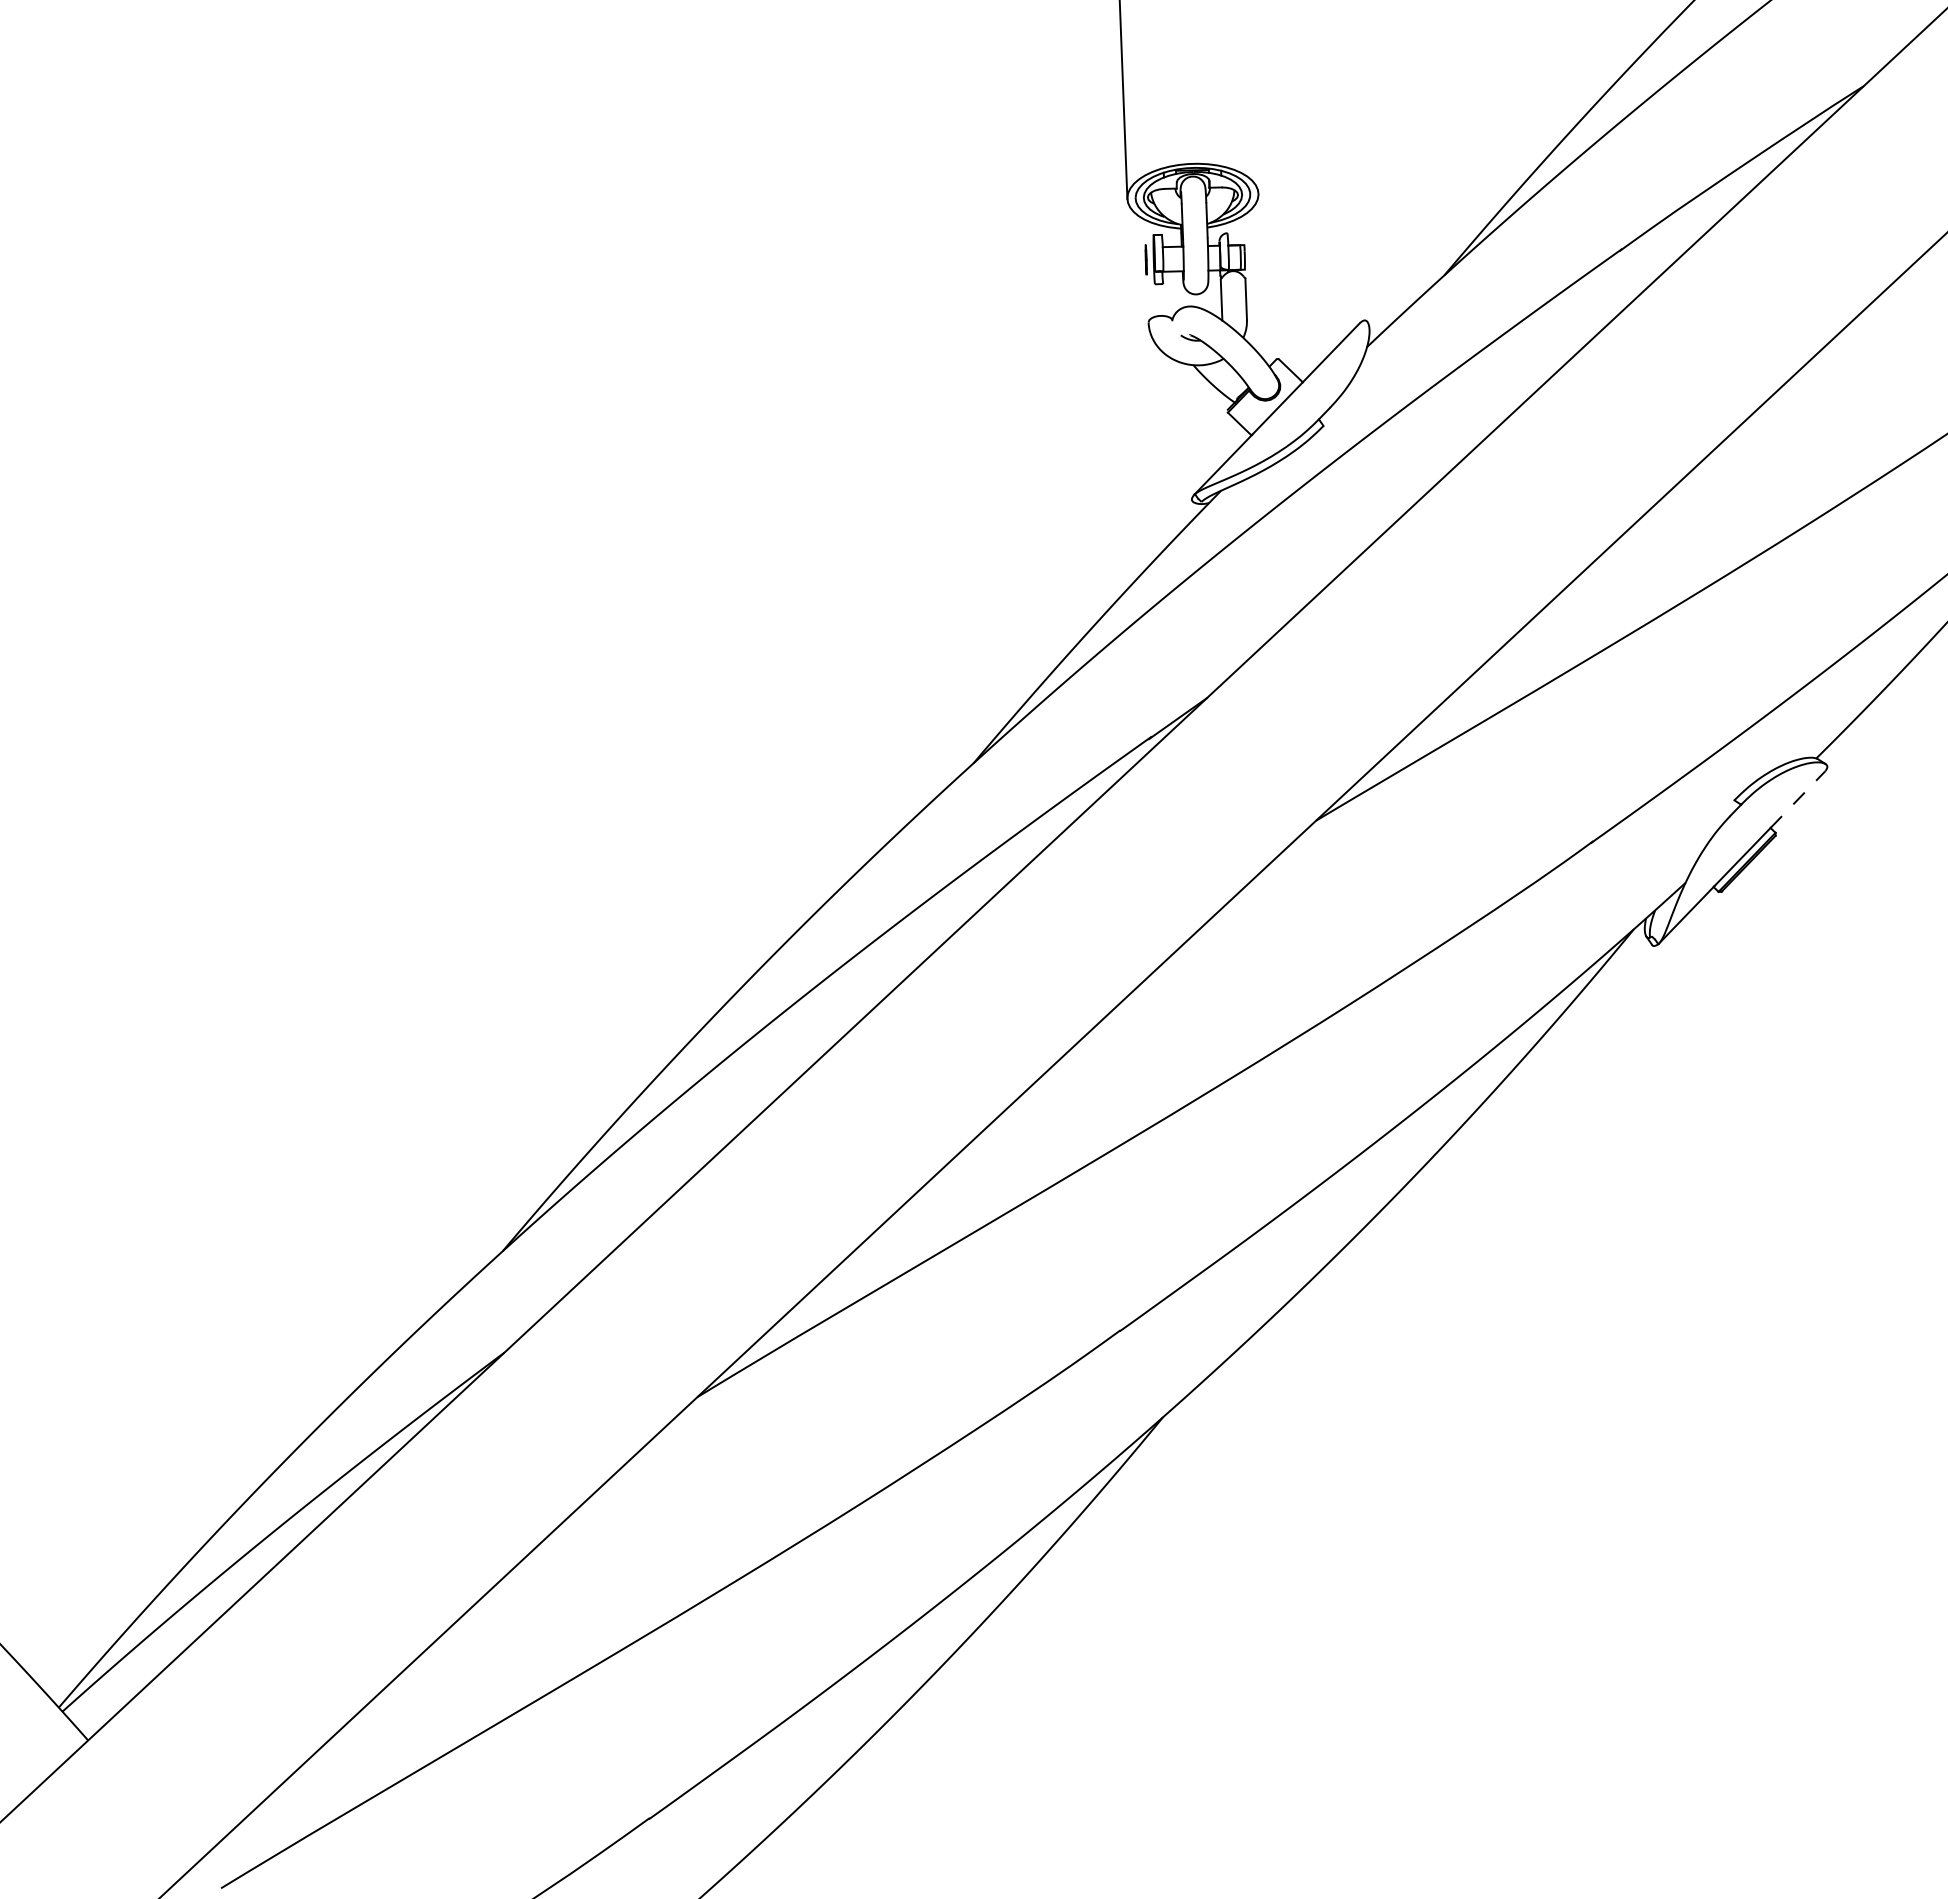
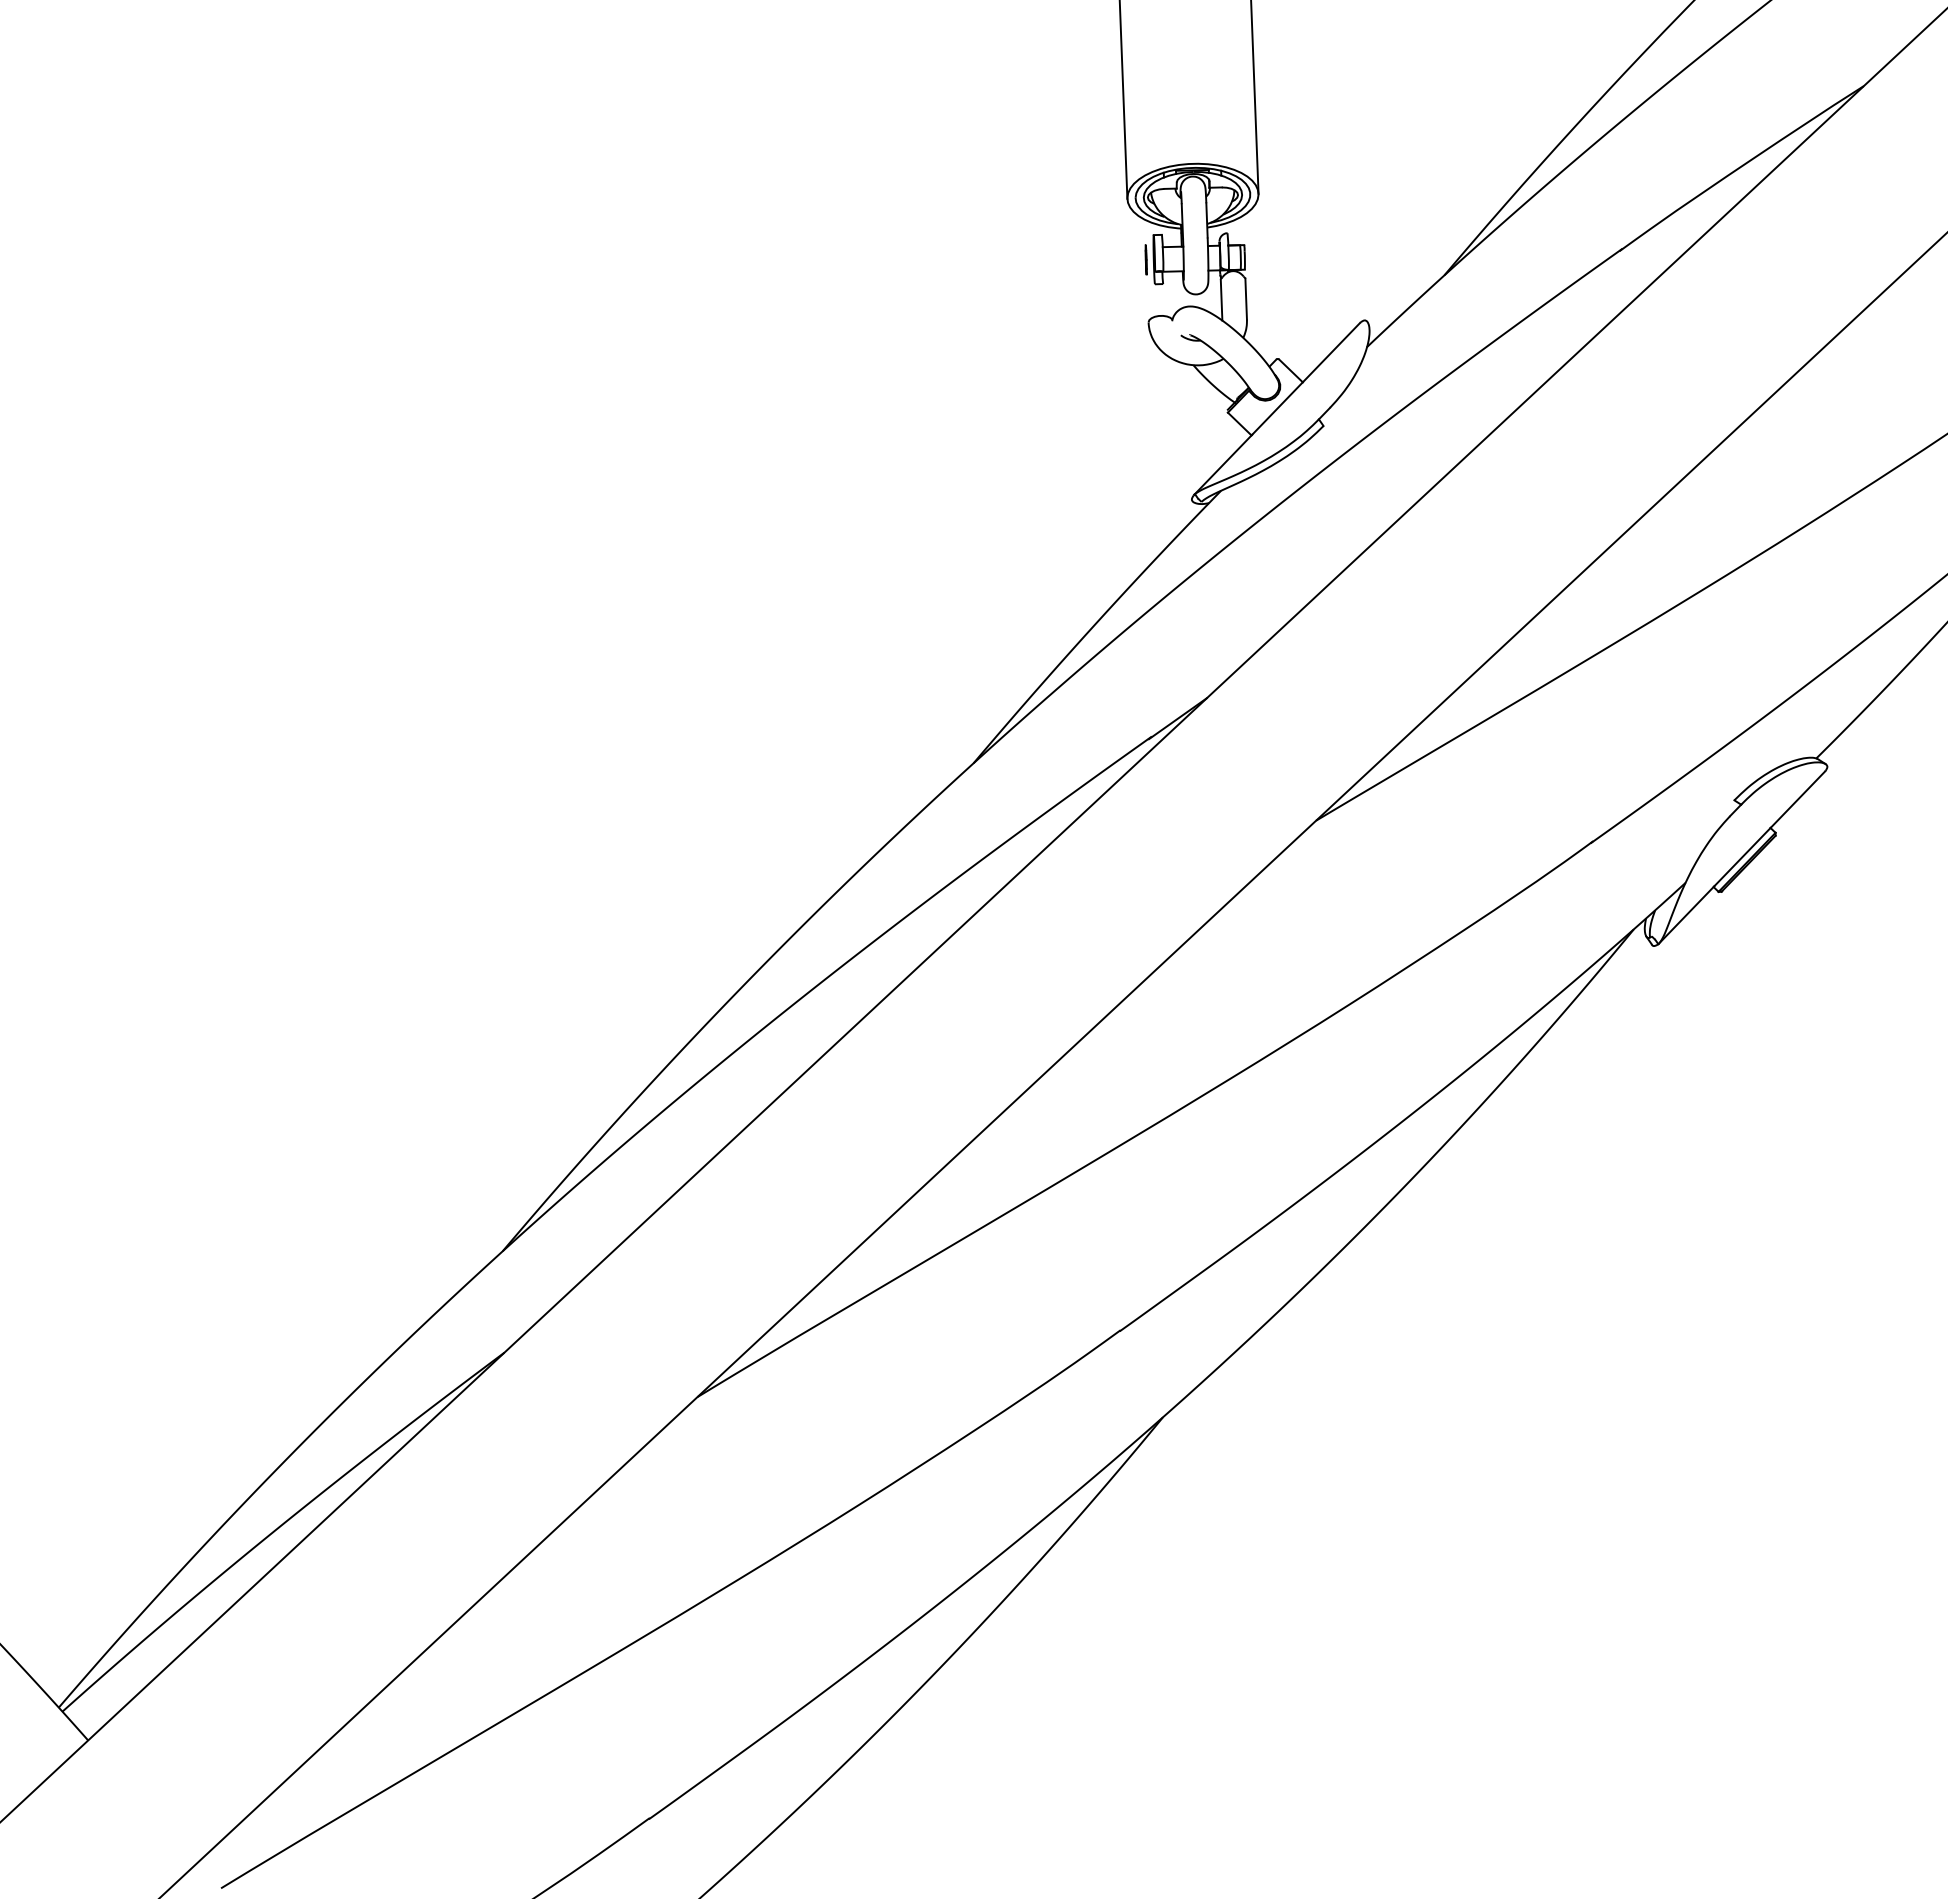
line at (1254, 97): none -> present
line at (1798, 799): dashed -> solid
